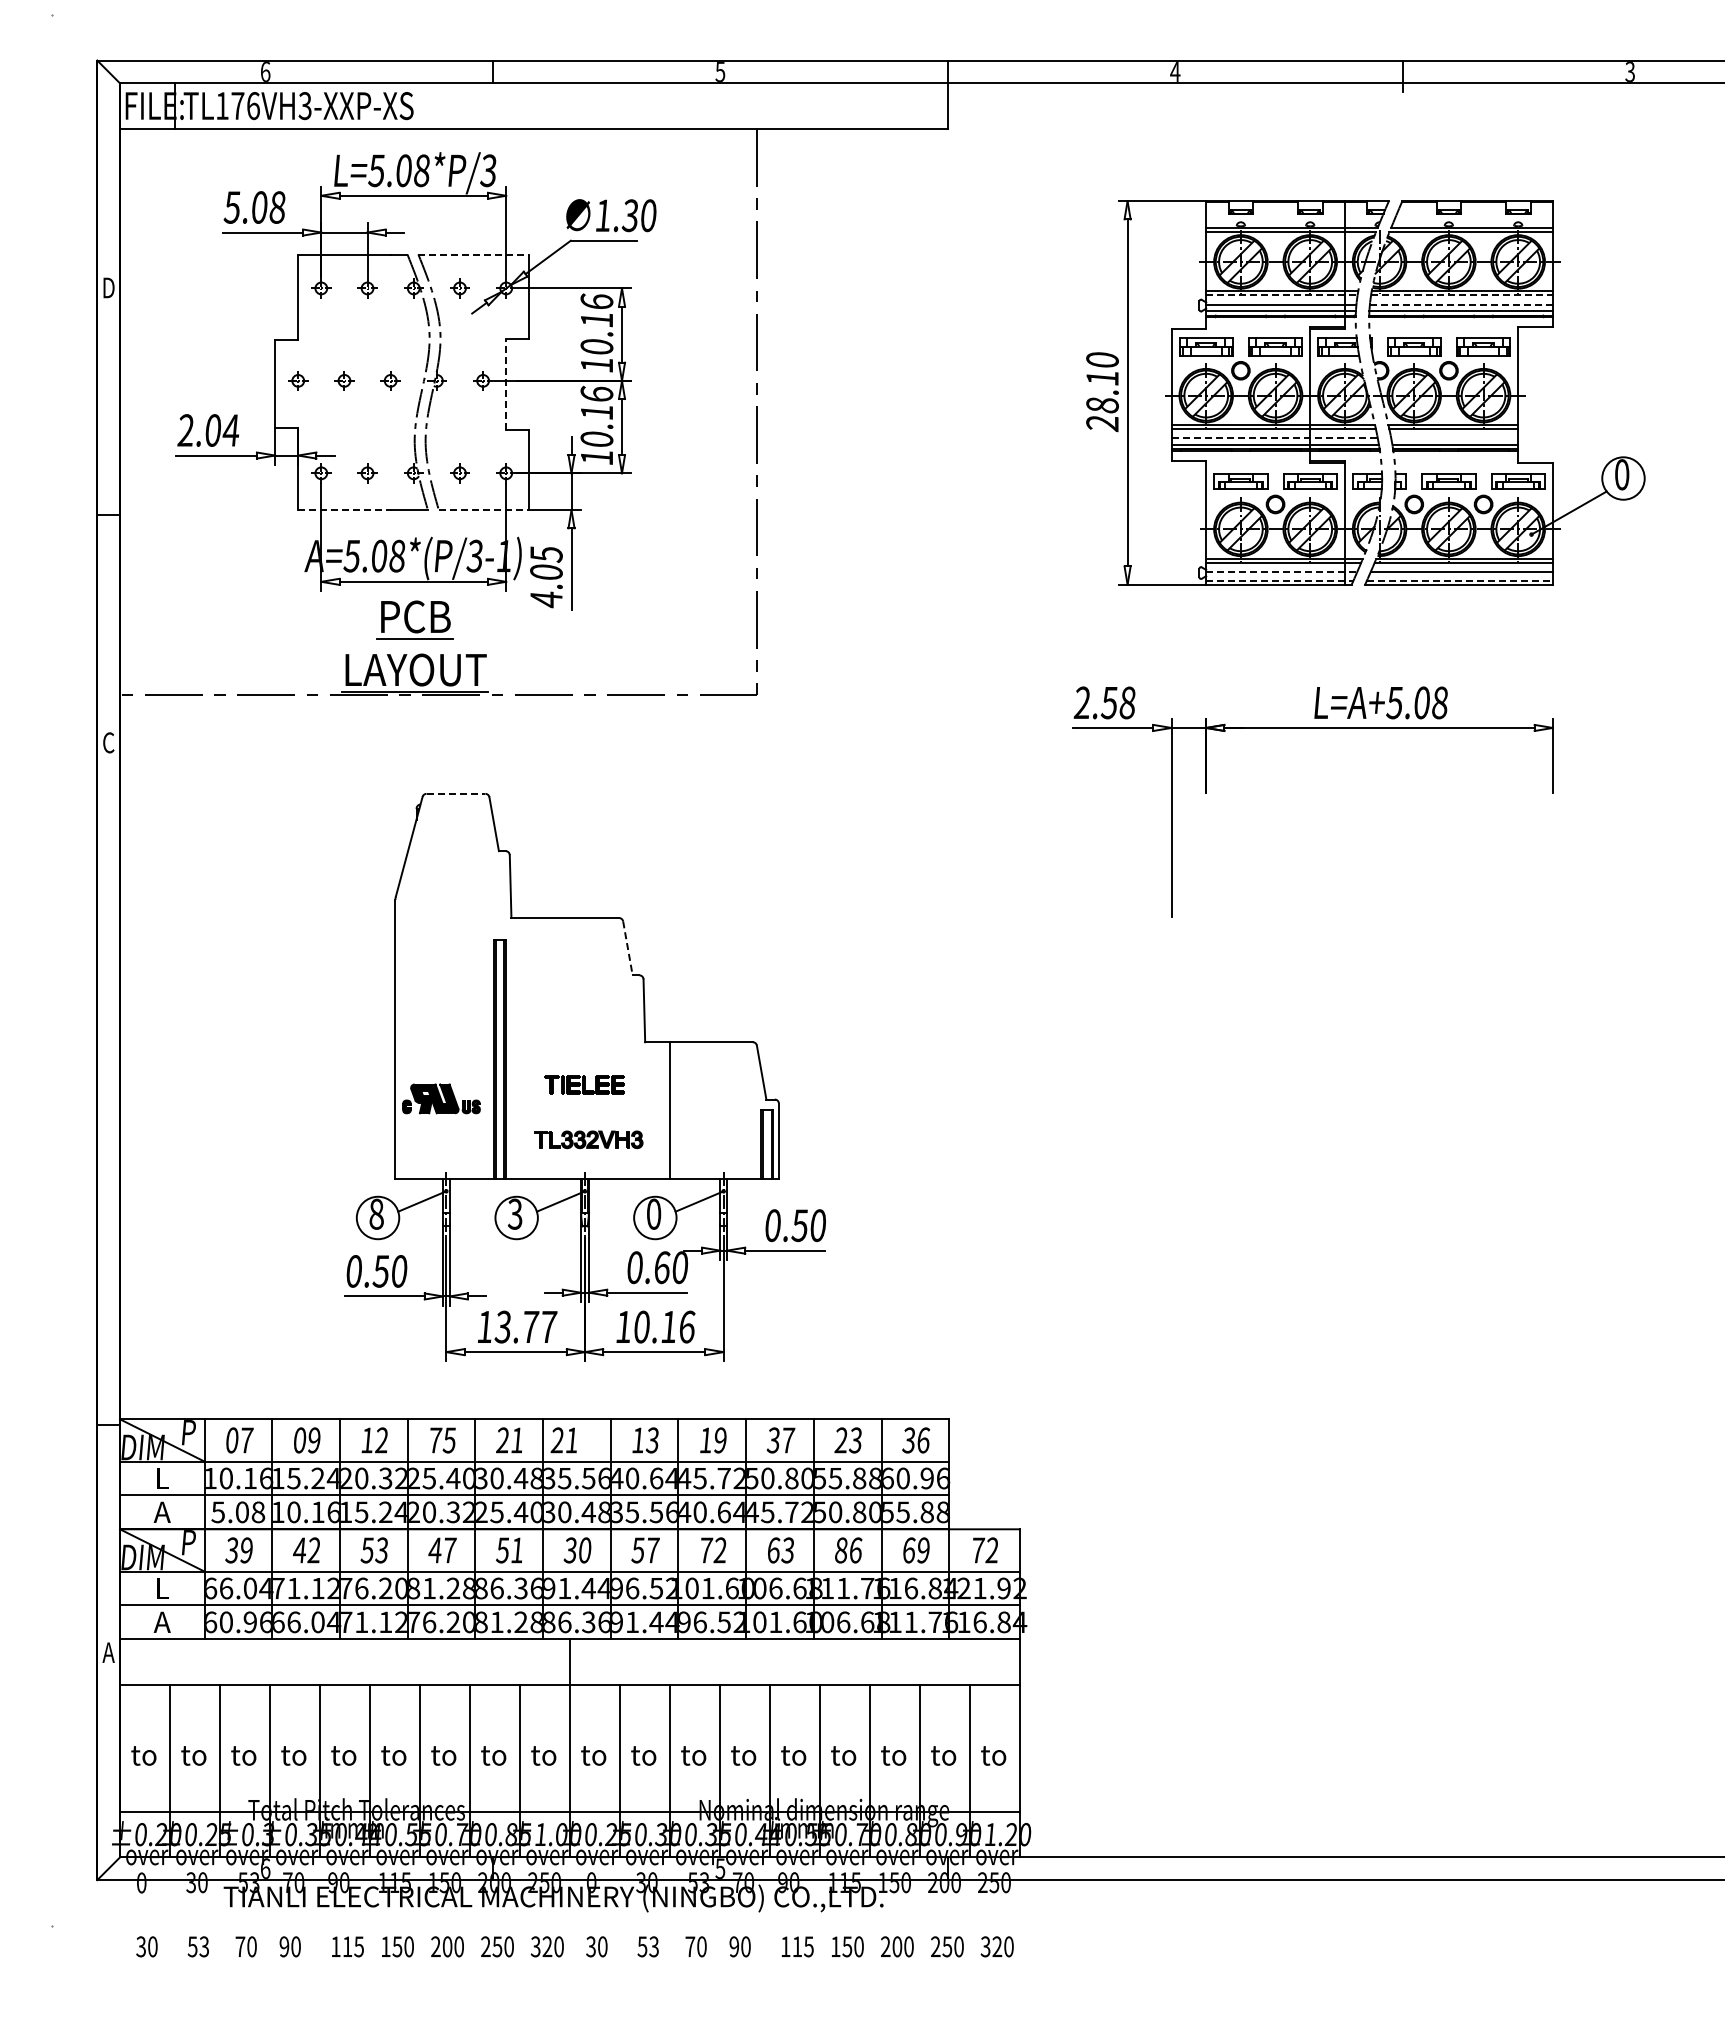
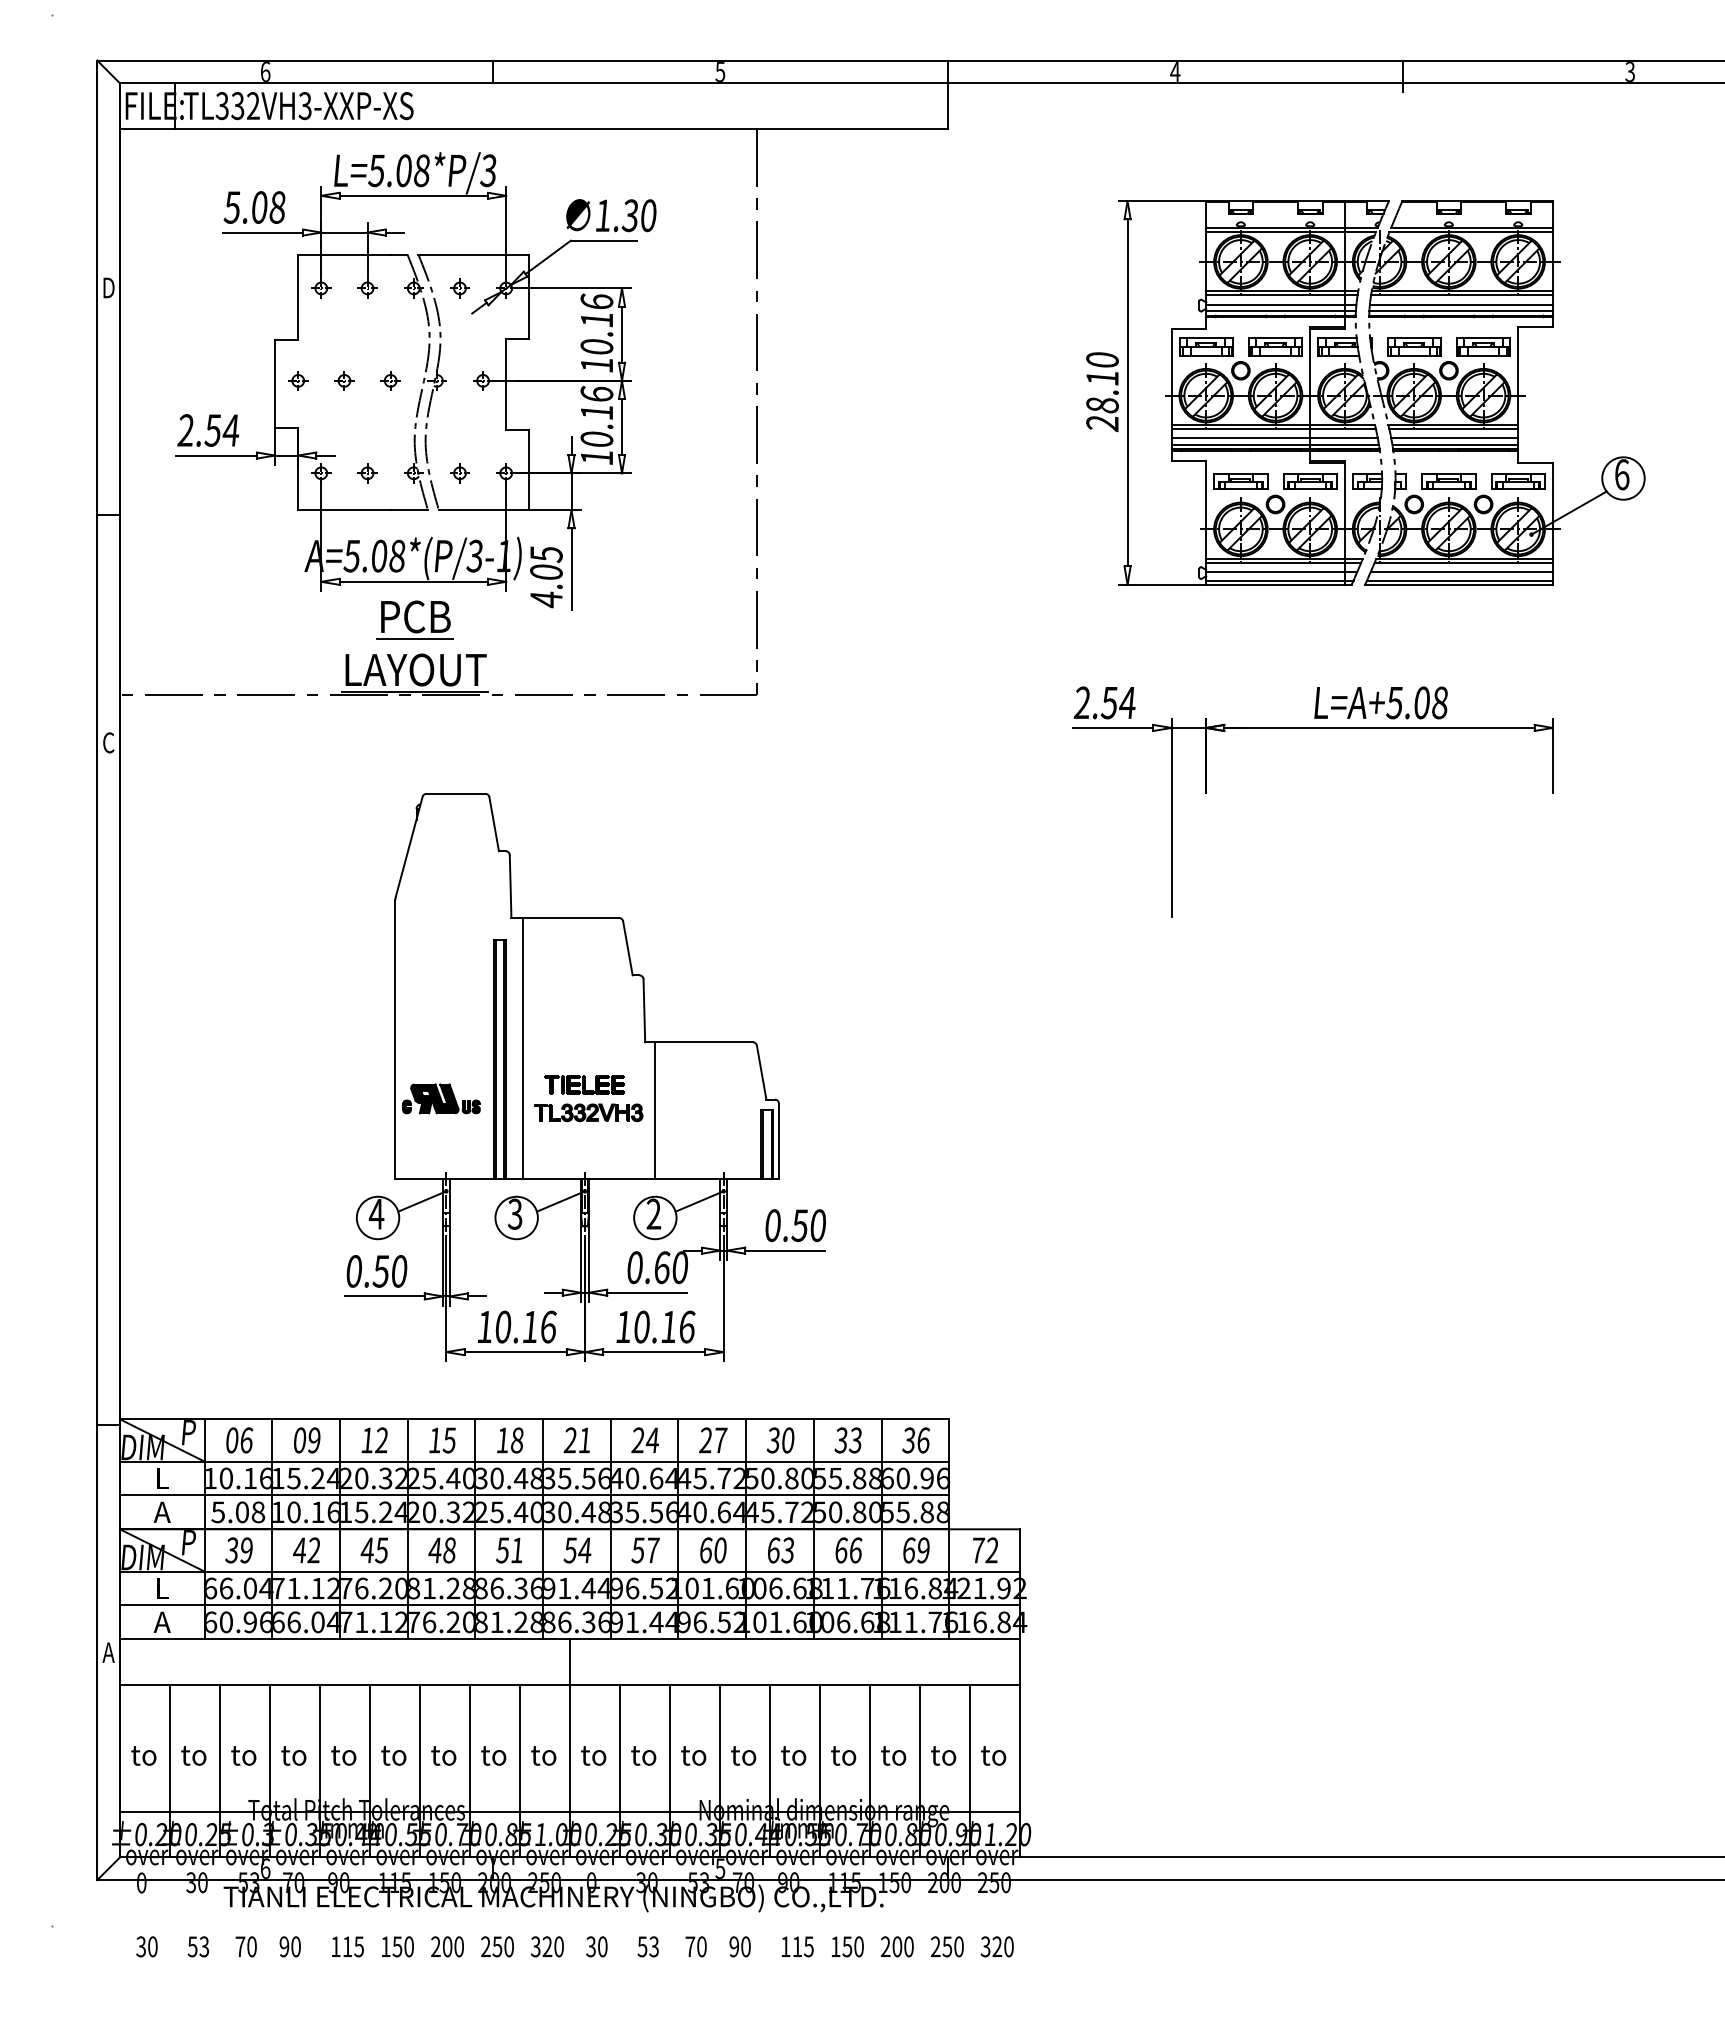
text at (237, 106): TL176VH3-XXP-XS -> TL332VH3-XXP-XS
line at (474, 254): dashed -> solid
line at (1281, 295): dashed -> solid
line at (1461, 295): dashed -> solid
line at (1461, 304): dashed -> solid
line at (506, 384): dashed -> solid
text at (212, 430): 2.04 -> 2.54
line at (1275, 438): dashed -> solid
line at (1454, 438): none -> present
text at (1622, 474): 0 -> 6
line at (344, 510): dashed -> solid
line at (484, 510): dashed -> solid
line at (1282, 572): dashed -> solid
line at (1279, 580): dashed -> solid
line at (1459, 580): dashed -> solid
text at (1127, 702): 2.58 -> 2.54
line at (456, 793): dashed -> solid
line at (628, 948): dashed -> solid
line at (523, 1048): none -> present
line at (670, 1110) position: (670, 1110) -> (655, 1110)
part at (588, 1139) position: (588, 1139) -> (588, 1112)
text at (376, 1213): 8 -> 4
text at (653, 1213): 0 -> 2
text at (525, 1326): 13.77 -> 10.16
text at (246, 1440): 07 -> 06
text at (435, 1440): 75 -> 15
text at (509, 1440): 21 -> 18
text at (563, 1440) position: (563, 1440) -> (576, 1440)
text at (644, 1440): 13 -> 24
text at (713, 1440): 19 -> 27
text at (788, 1440): 37 -> 30
text at (840, 1440): 23 -> 33
text at (374, 1550): 53 -> 45
text at (449, 1550): 47 -> 48
text at (578, 1550): 30 -> 54
text at (713, 1550): 72 -> 60
text at (841, 1550): 86 -> 66
